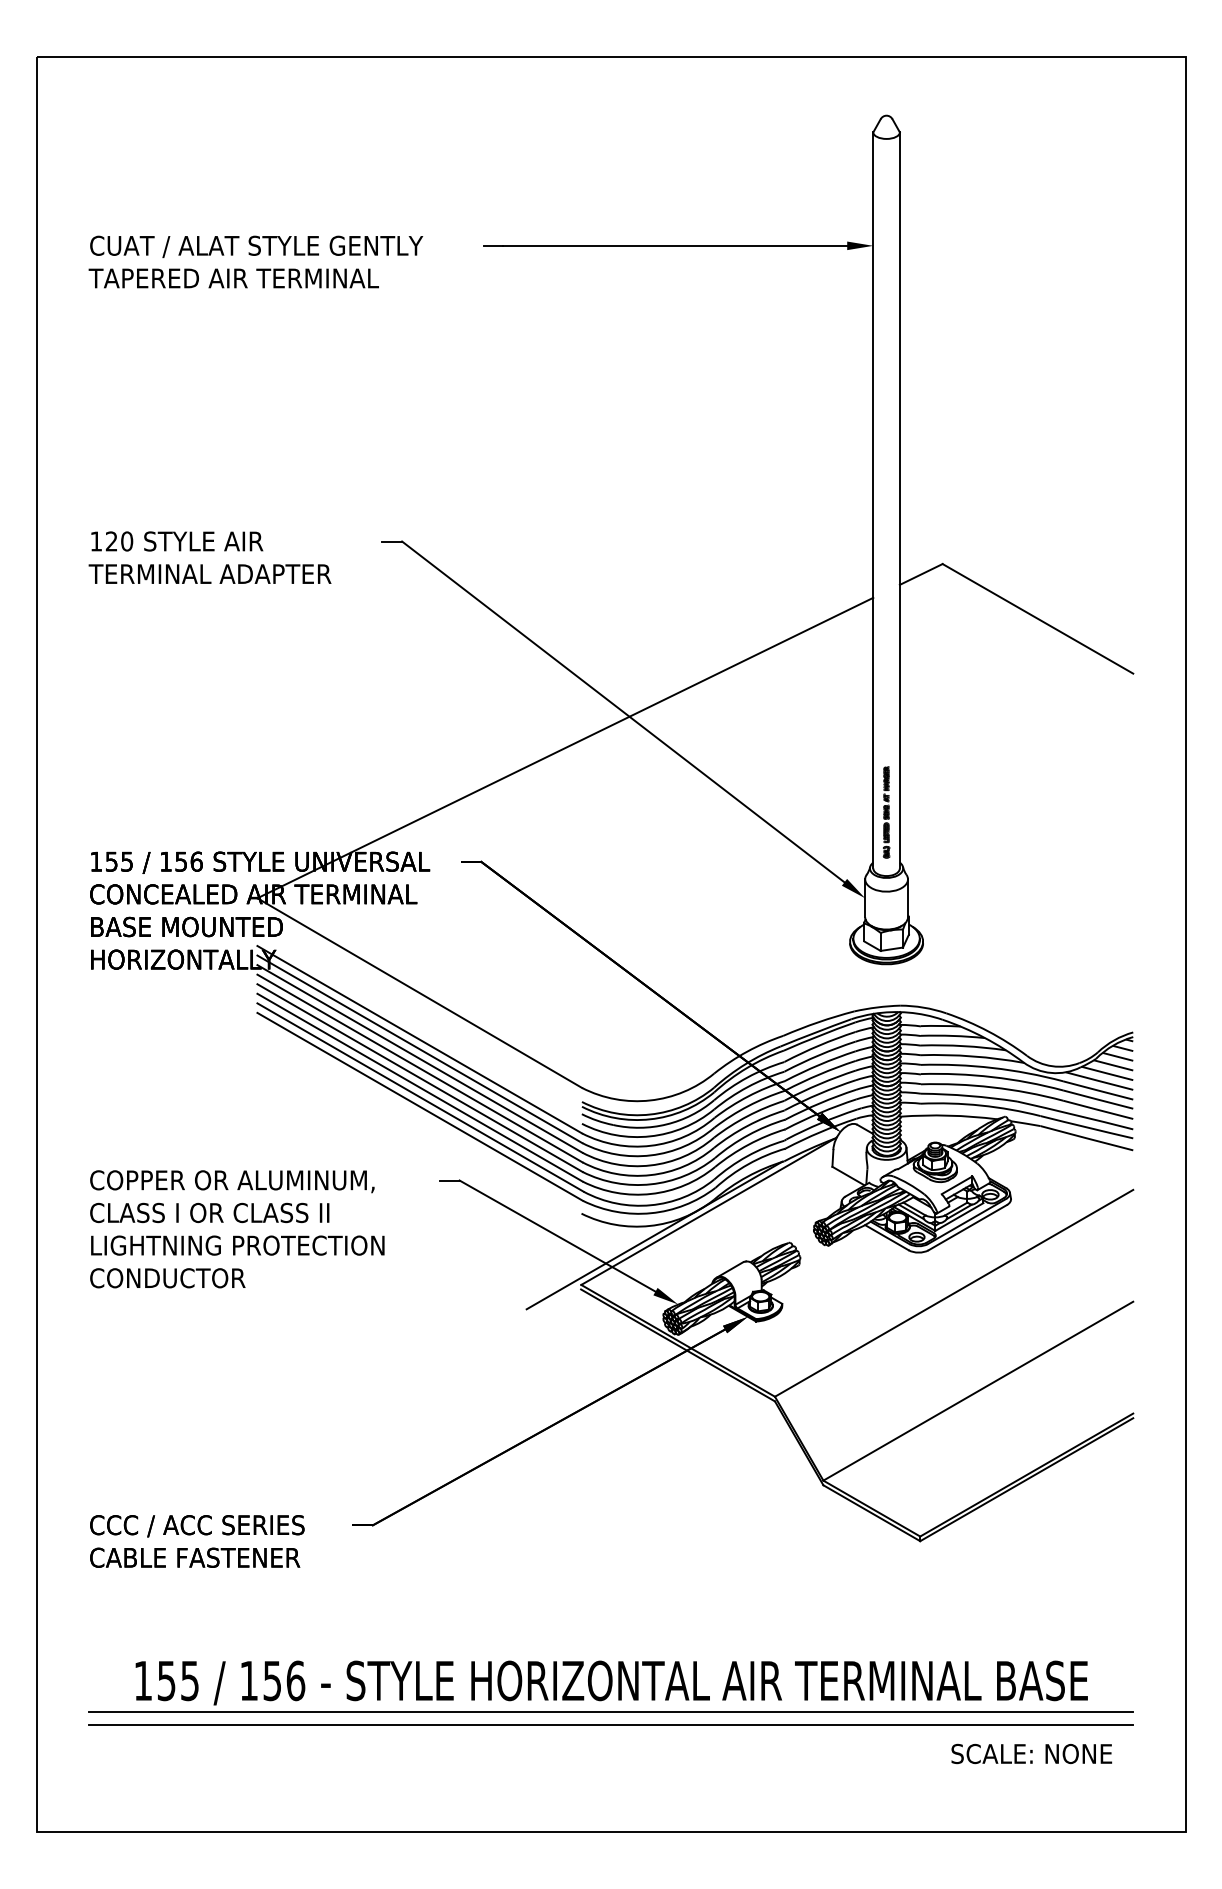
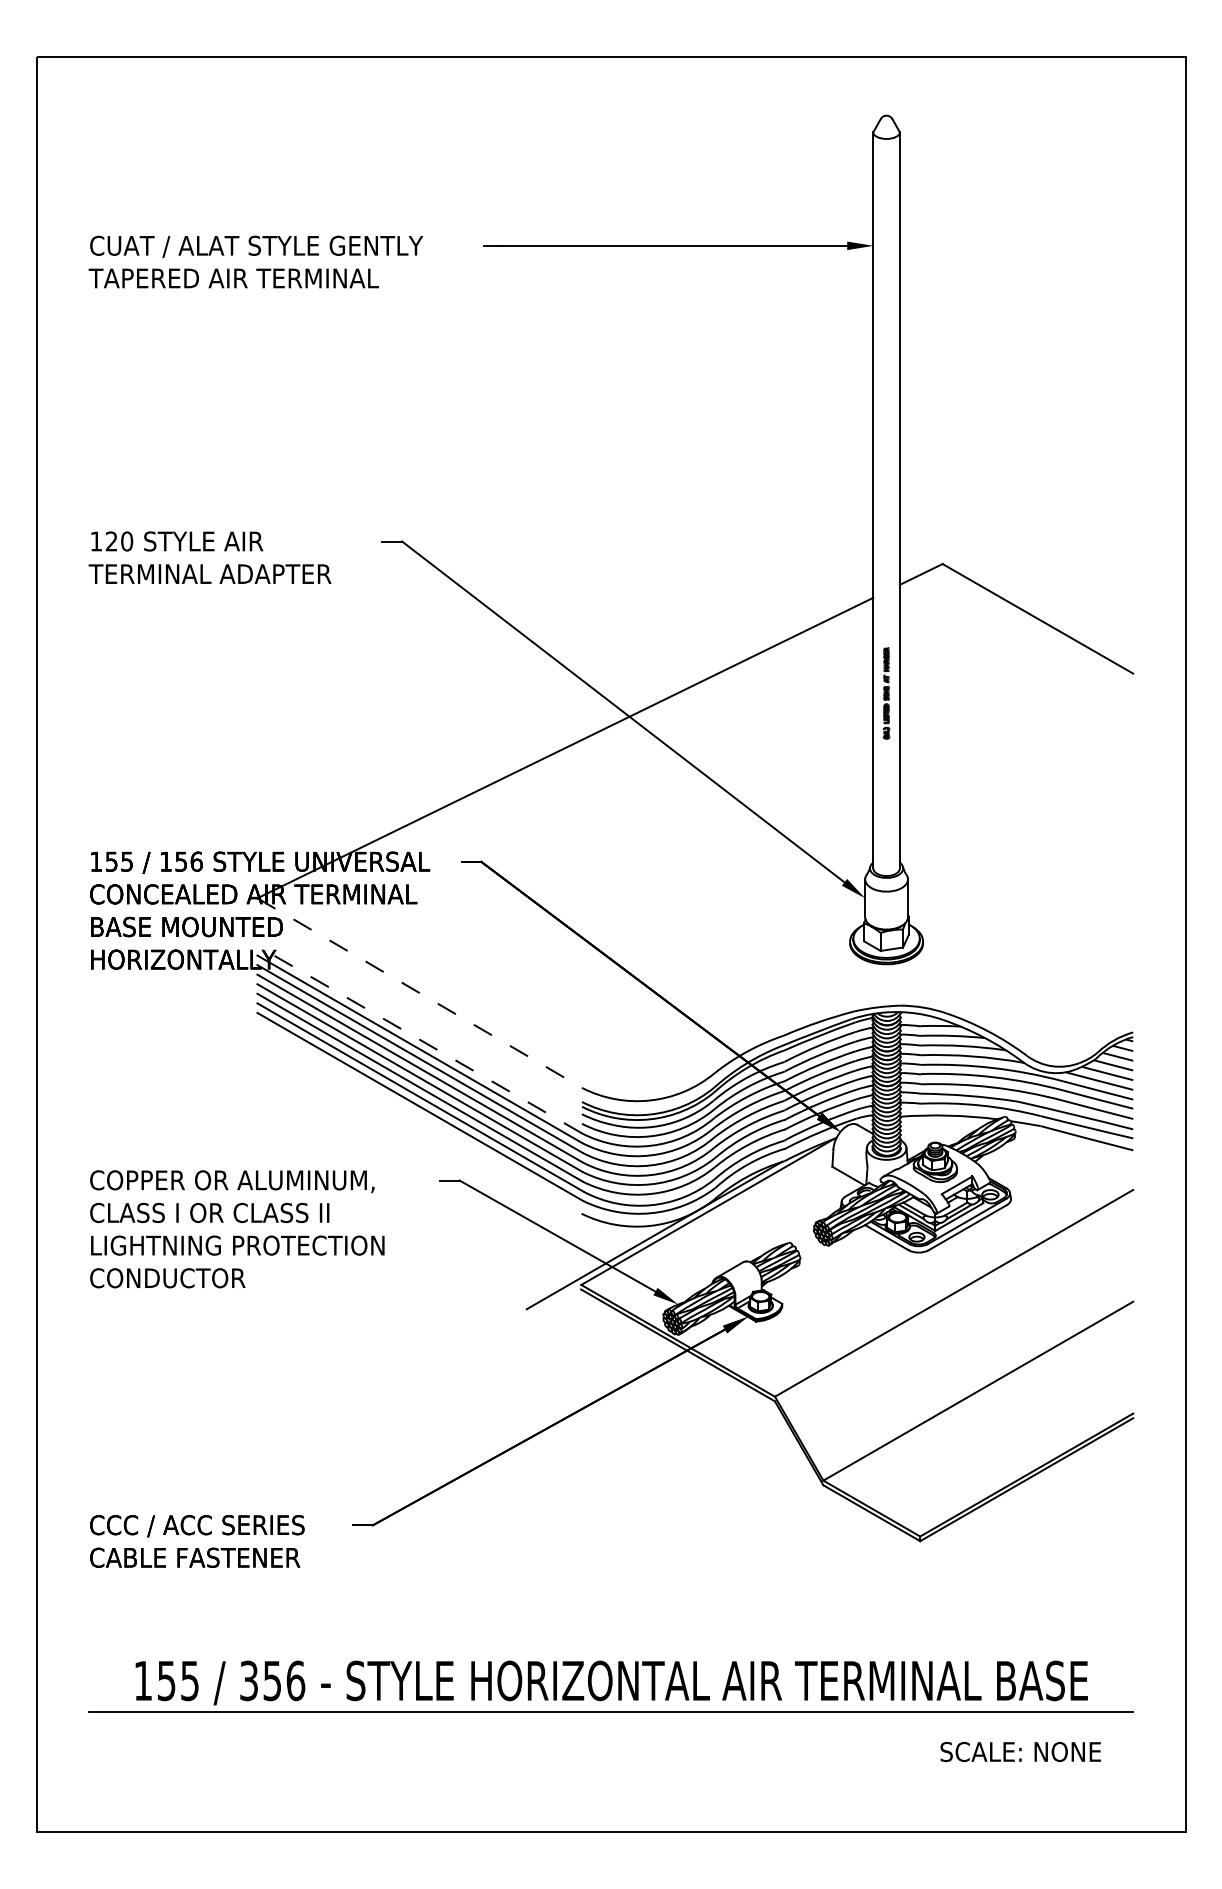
part at (886, 812) position: (886, 812) -> (886, 693)
line at (419, 993): solid -> dashed
line at (419, 1039): solid -> dashed
text at (248, 1680): 156 -> 356
line at (610, 1724): present -> none
text at (1031, 1753) position: (1031, 1753) -> (1020, 1751)
